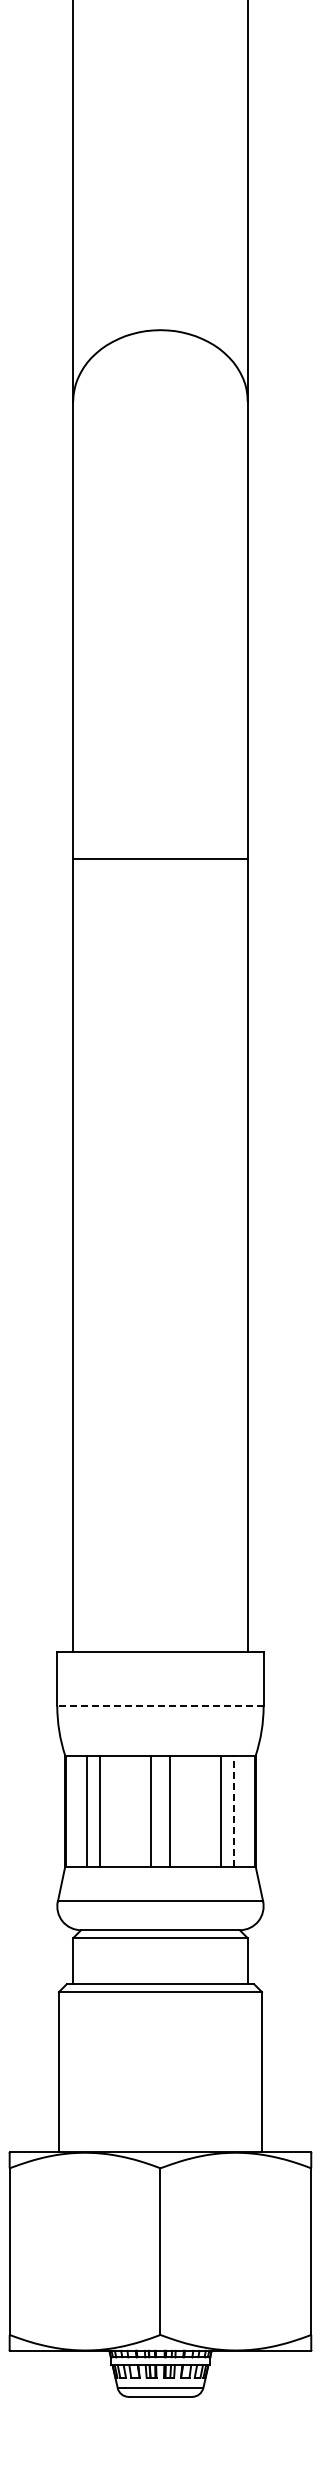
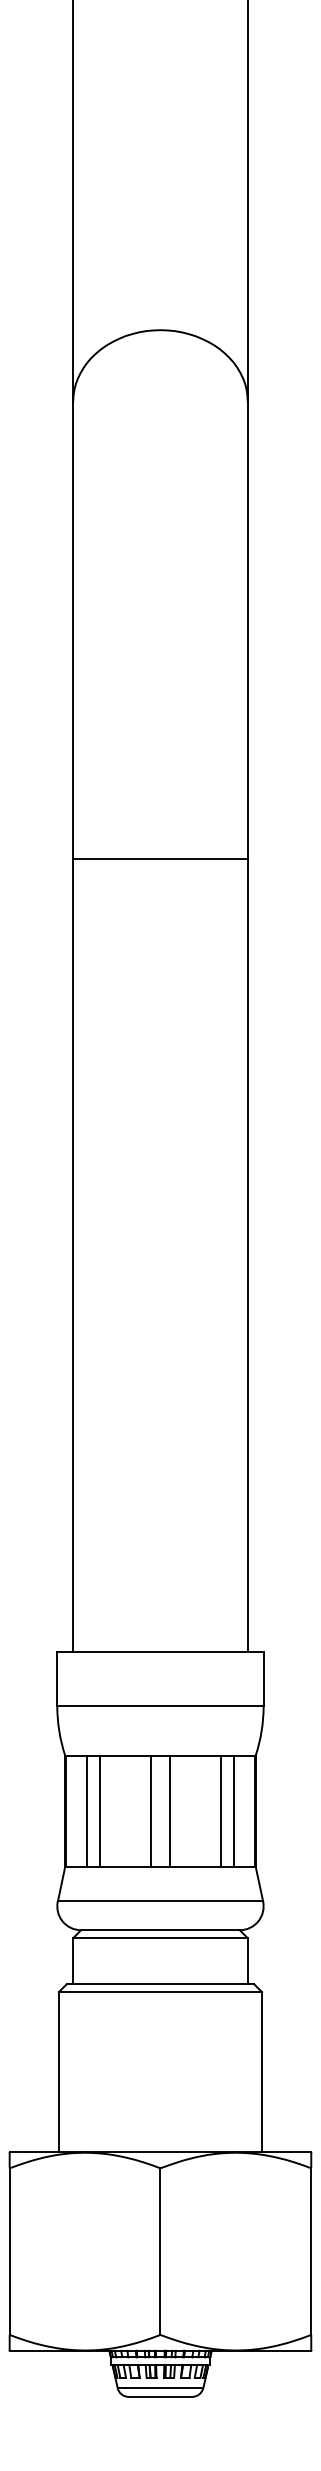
line at (159, 1706): dashed -> solid
line at (234, 1811): dashed -> solid
